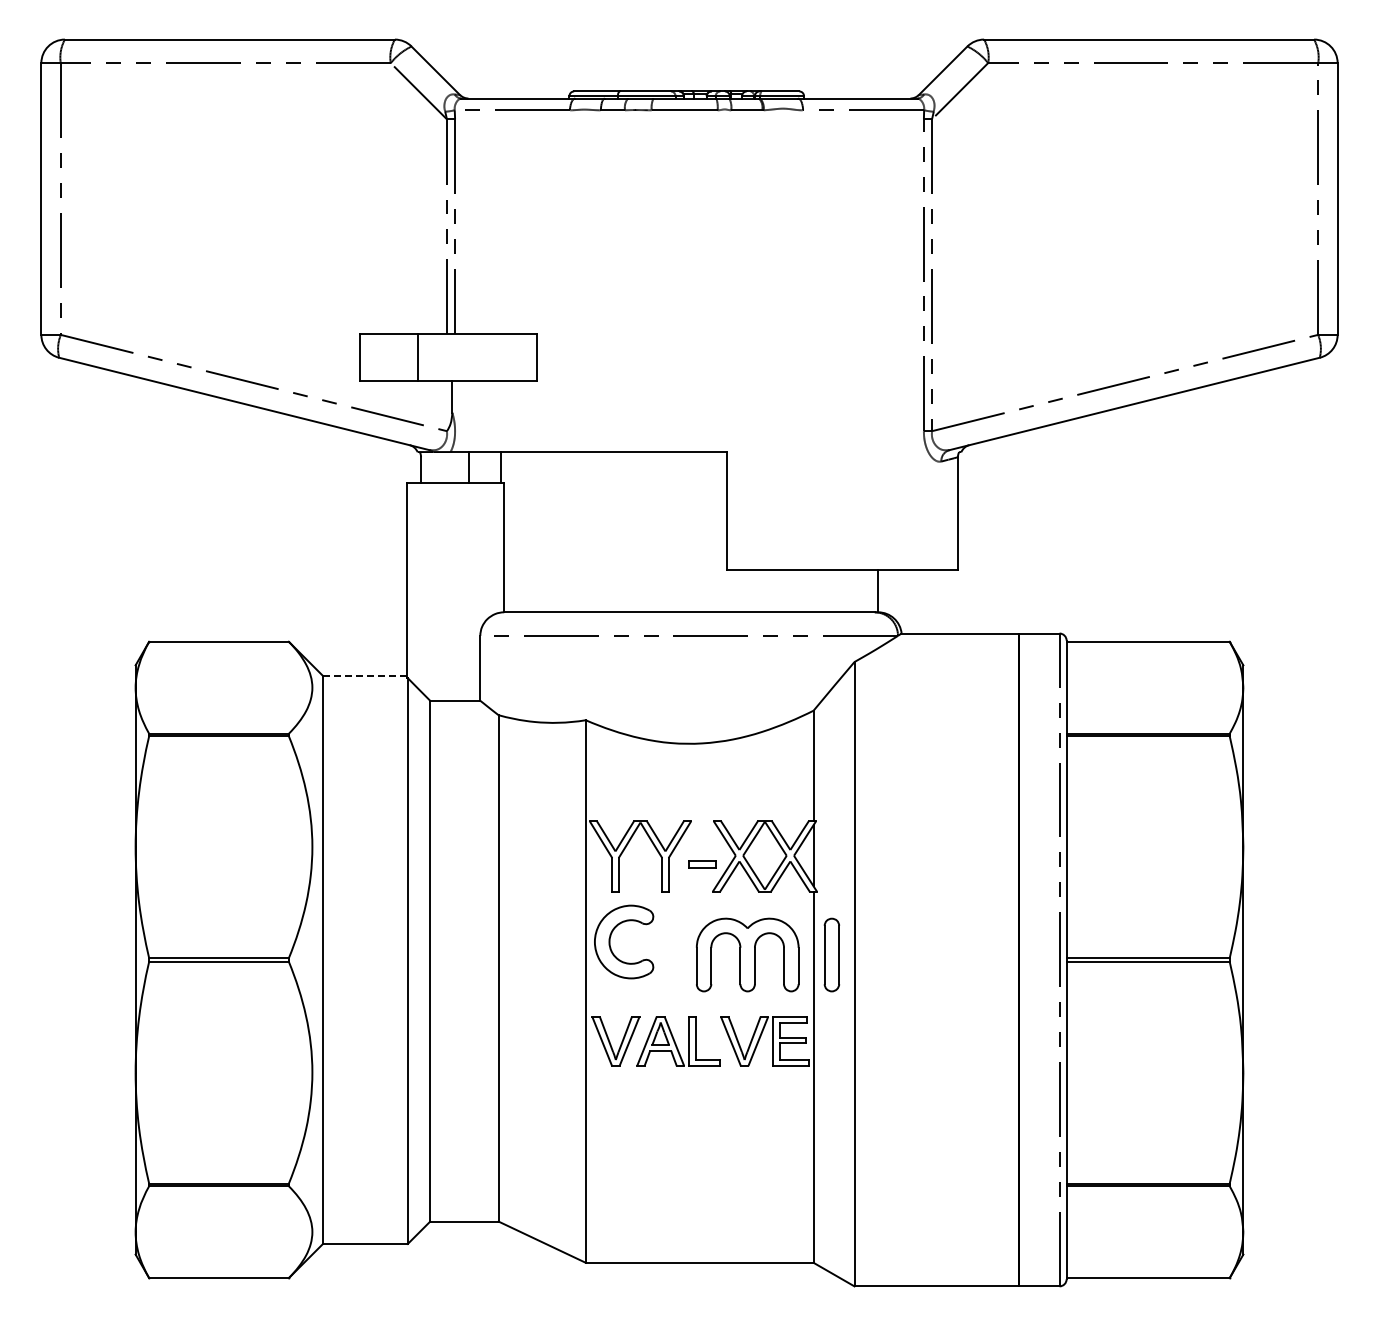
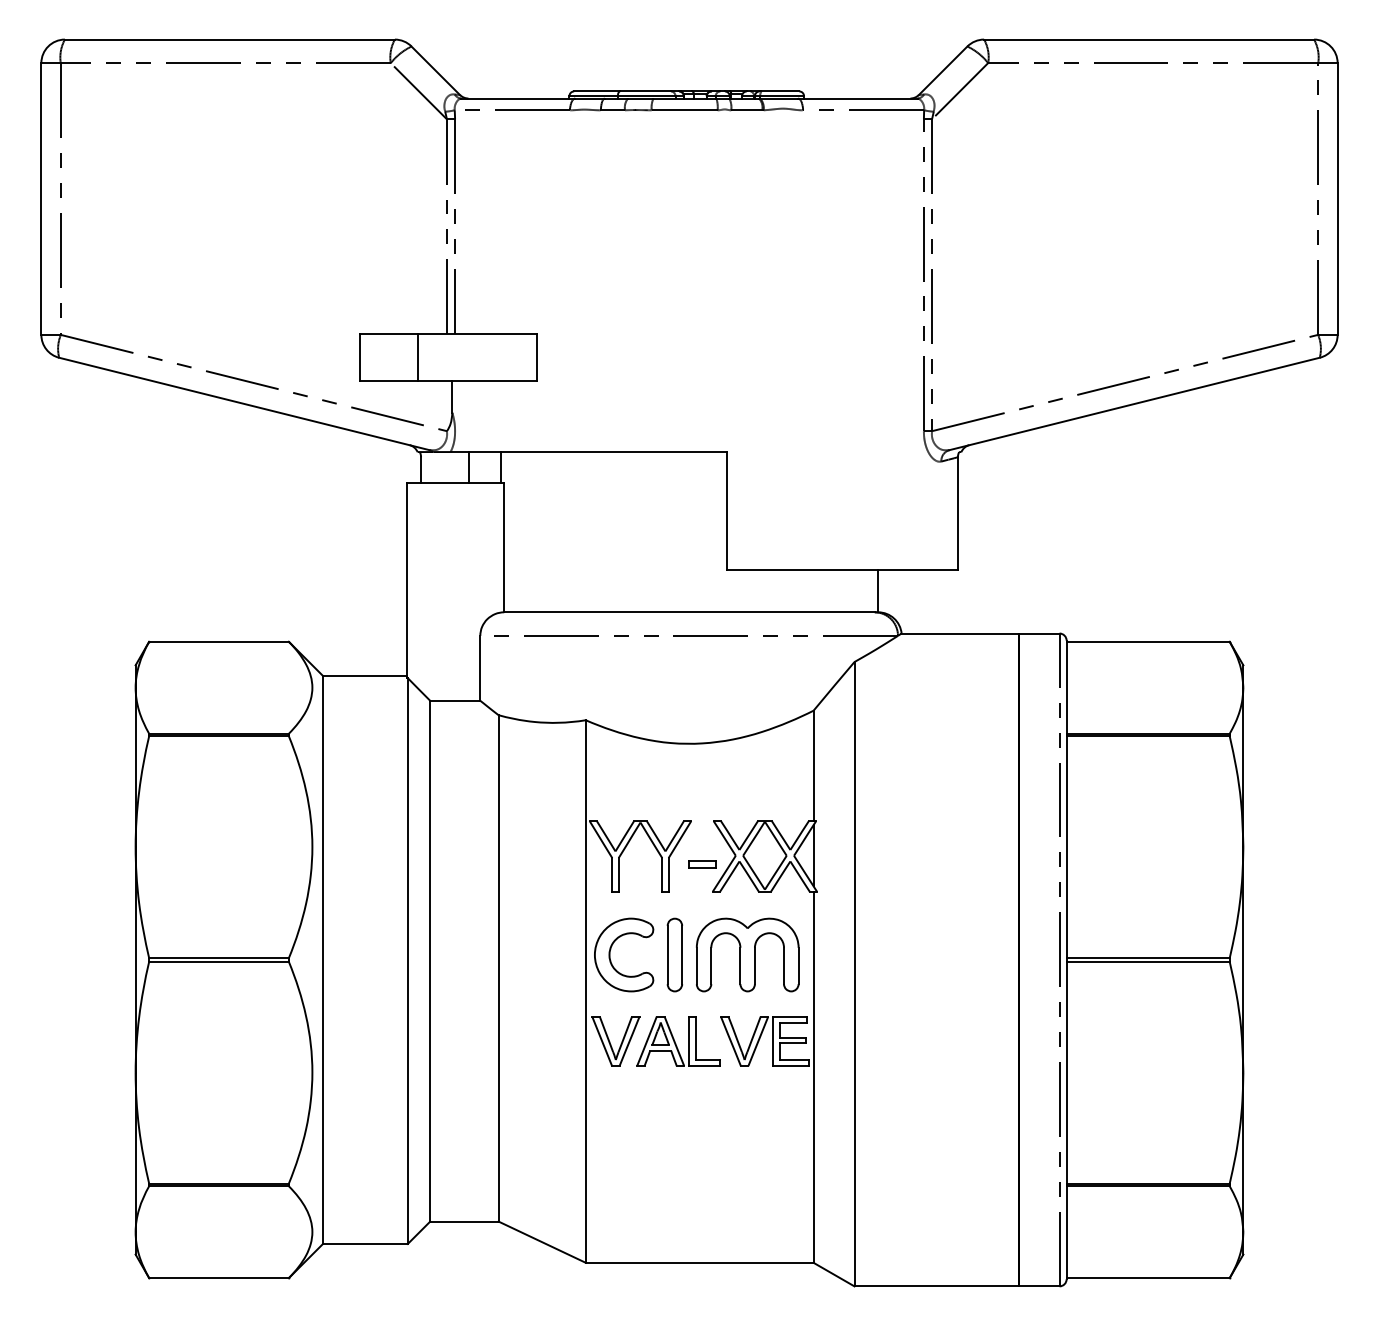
line at (364, 675): dashed -> solid
part at (611, 936) position: (611, 936) -> (611, 949)
part at (831, 954) position: (831, 954) -> (674, 954)
